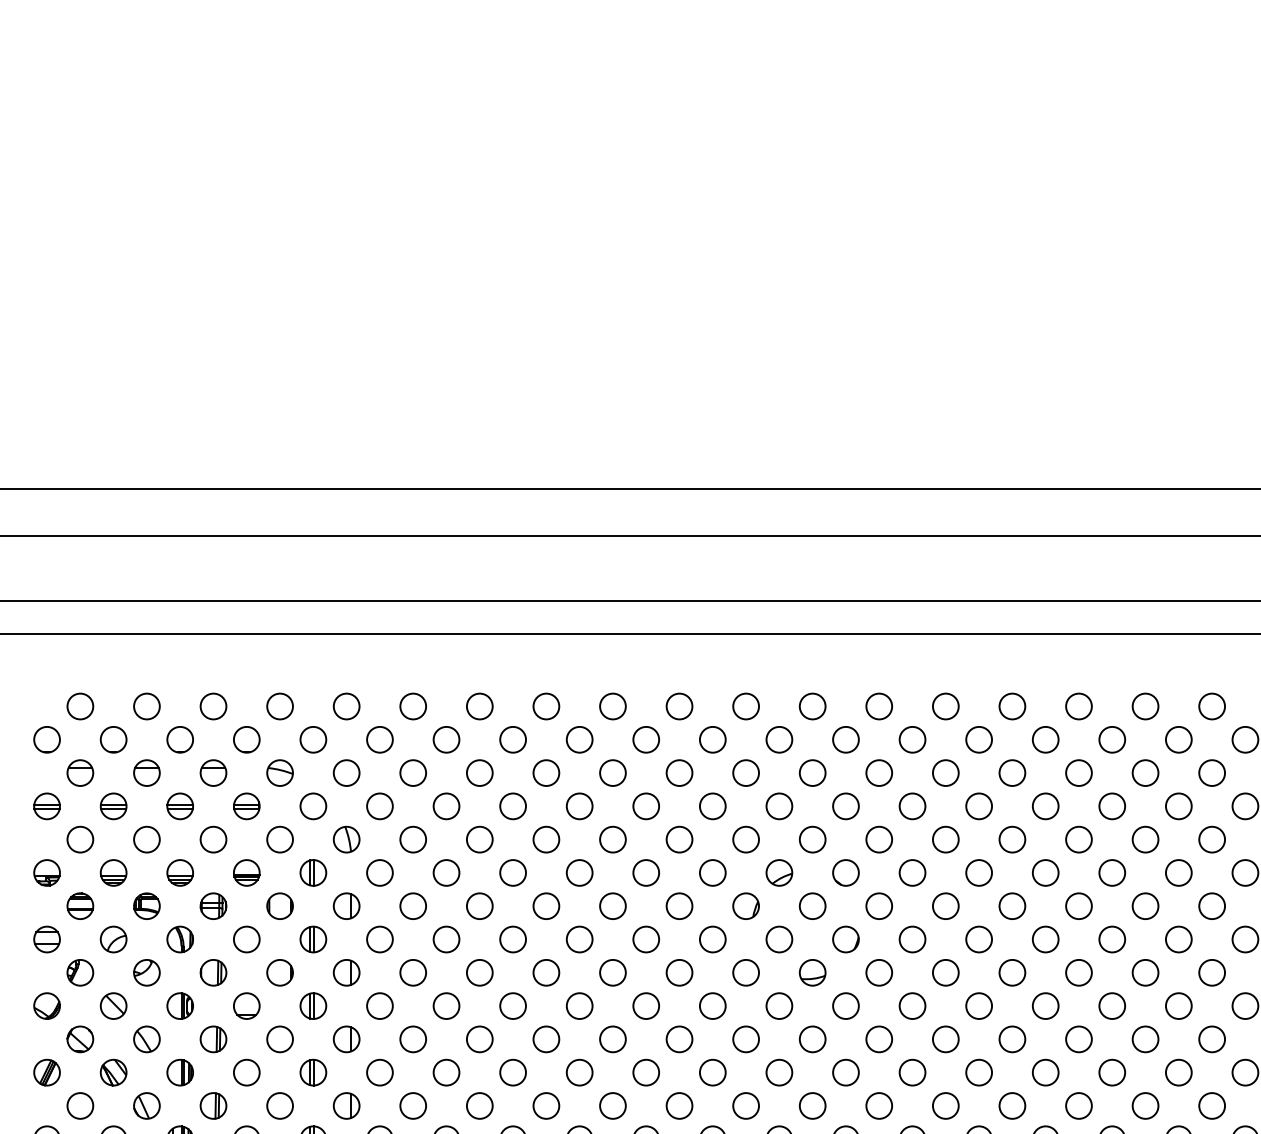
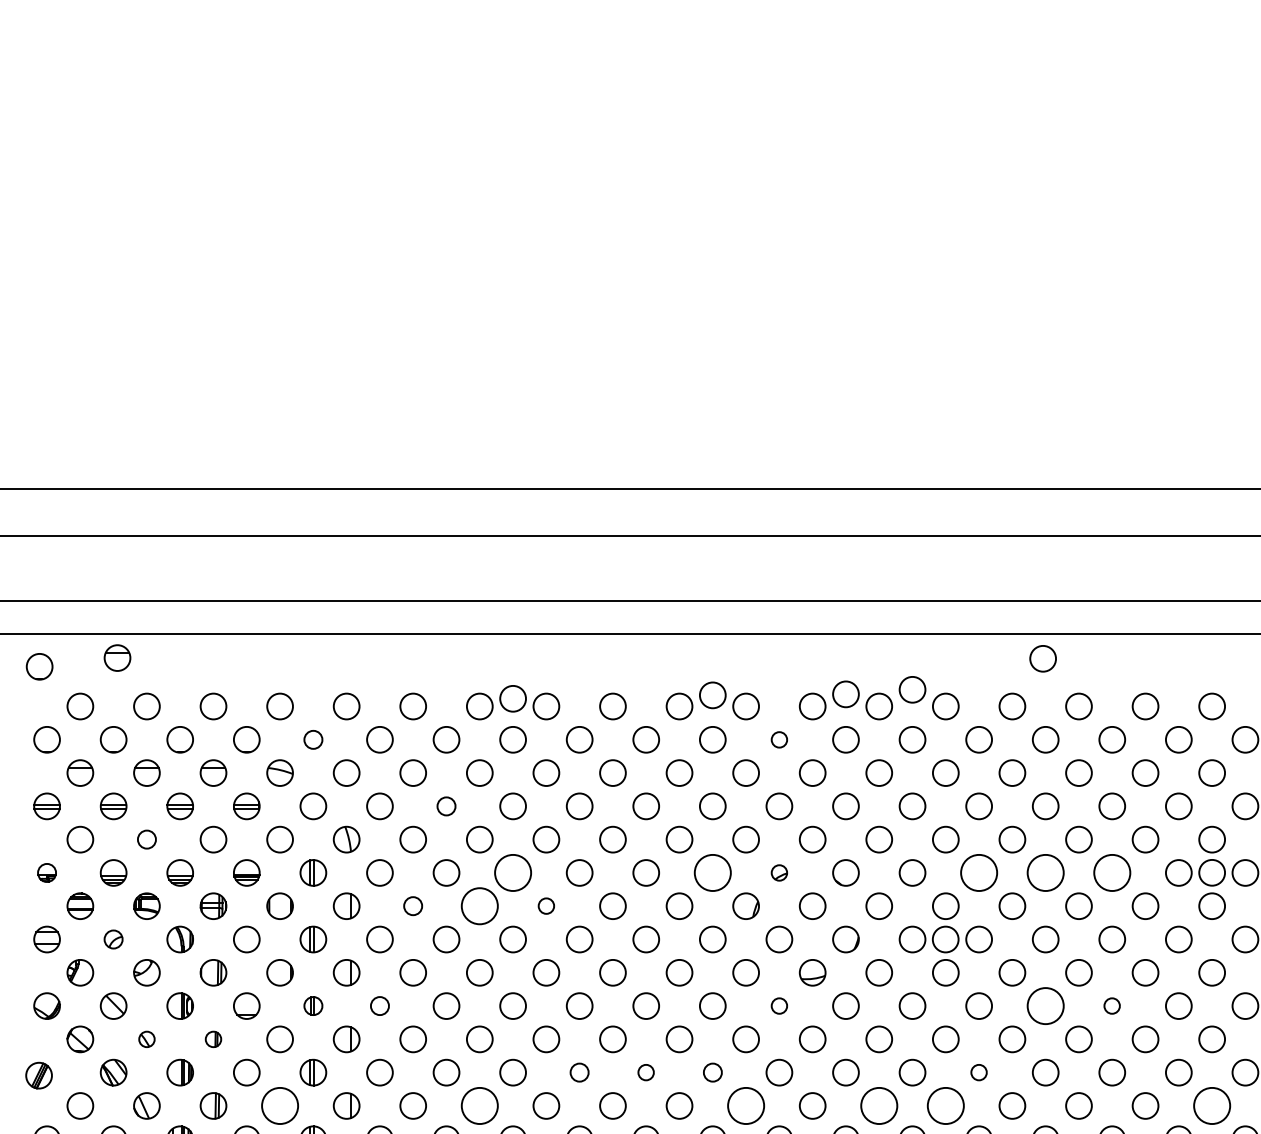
part at (117, 657): none -> present
circle at (1042, 658): none -> present
part at (39, 666): none -> present
circle at (912, 689): none -> present
circle at (845, 694): none -> present
circle at (712, 695): none -> present
circle at (512, 698): none -> present
circle at (313, 739) size: 29x28 px -> 21x20 px
circle at (779, 739) size: 29x28 px -> 18x18 px
circle at (446, 806) size: 29x29 px -> 21x21 px
circle at (146, 839) size: 28x29 px -> 20x21 px
part at (46, 872) size: 28x28 px -> 20x20 px
circle at (513, 872) diameter: 26 px -> 36 px
circle at (712, 872) diameter: 26 px -> 36 px
part at (779, 872) size: 29x28 px -> 18x18 px
circle at (979, 872) diameter: 26 px -> 36 px
circle at (1045, 872) diameter: 26 px -> 36 px
circle at (1112, 872) diameter: 26 px -> 36 px
circle at (1211, 872): none -> present
circle at (412, 905) size: 28x28 px -> 20x21 px
circle at (546, 905) size: 29x28 px -> 18x18 px
circle at (479, 906) diameter: 26 px -> 36 px
part at (113, 939) size: 29x29 px -> 21x21 px
circle at (945, 939): none -> present
part at (313, 1005) size: 29x28 px -> 21x20 px
circle at (379, 1005) size: 28x28 px -> 20x20 px
circle at (779, 1005) size: 29x28 px -> 18x18 px
circle at (1045, 1005) diameter: 26 px -> 36 px
circle at (1111, 1005) size: 28x28 px -> 18x18 px
part at (146, 1039) size: 28x29 px -> 18x18 px
part at (213, 1039) size: 29x29 px -> 19x18 px
part at (46, 1072) position: (46, 1072) -> (38, 1075)
circle at (579, 1072) size: 29x29 px -> 21x21 px
circle at (645, 1072) size: 28x29 px -> 18x18 px
circle at (712, 1072) size: 28x29 px -> 20x21 px
circle at (978, 1072) size: 28x29 px -> 18x18 px
circle at (279, 1105) diameter: 26 px -> 36 px
circle at (479, 1105) diameter: 26 px -> 36 px
circle at (746, 1105) diameter: 26 px -> 36 px
circle at (879, 1105) diameter: 26 px -> 36 px
circle at (945, 1105) diameter: 26 px -> 36 px
circle at (1212, 1105) diameter: 26 px -> 36 px
